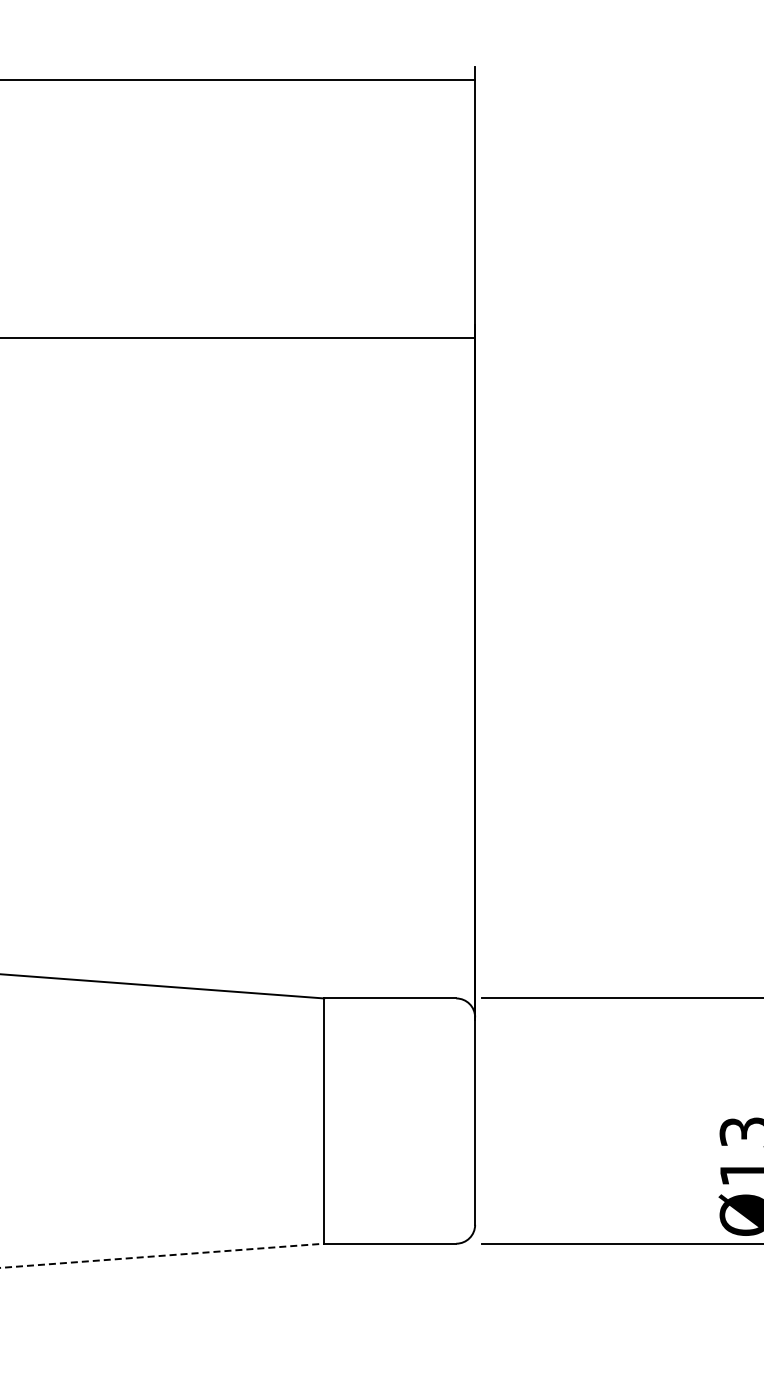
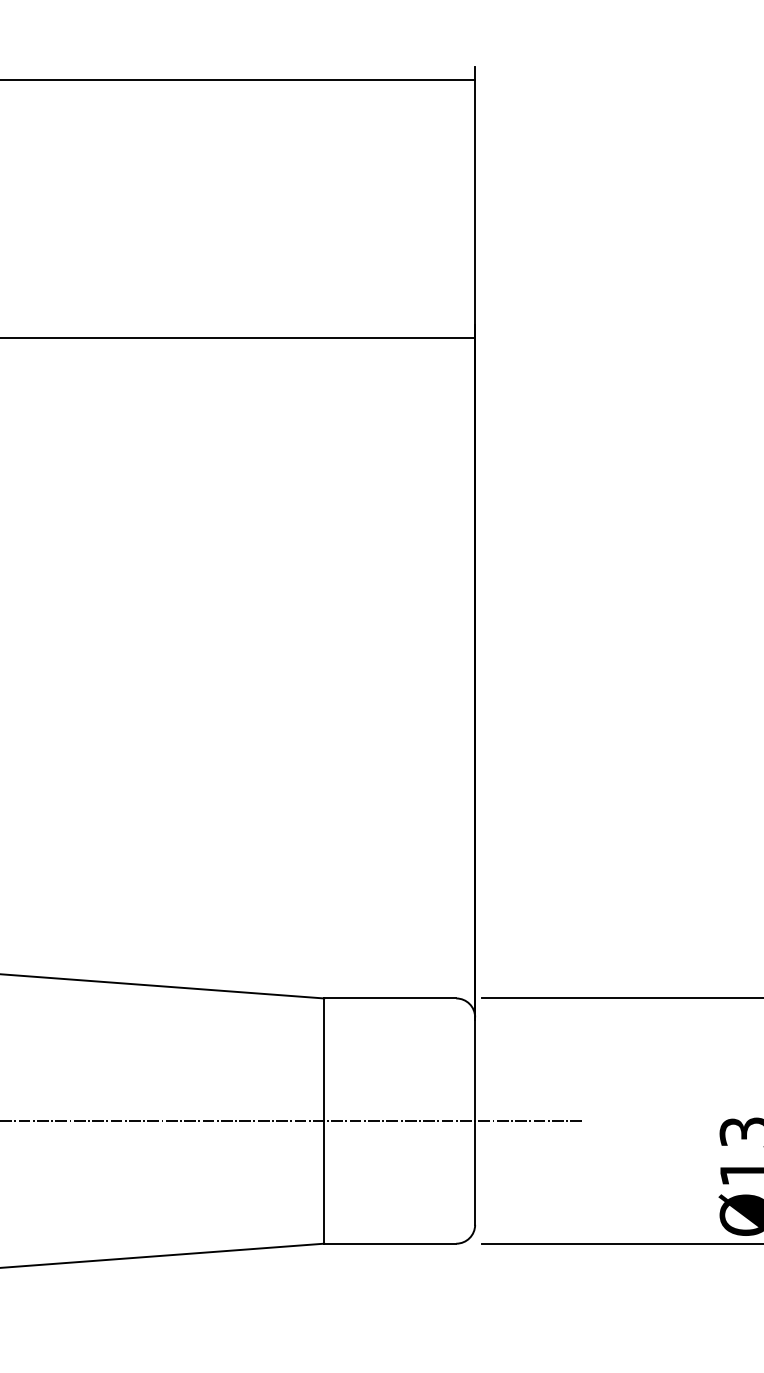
line at (293, 1121): none -> present
line at (162, 1255): dashed -> solid
